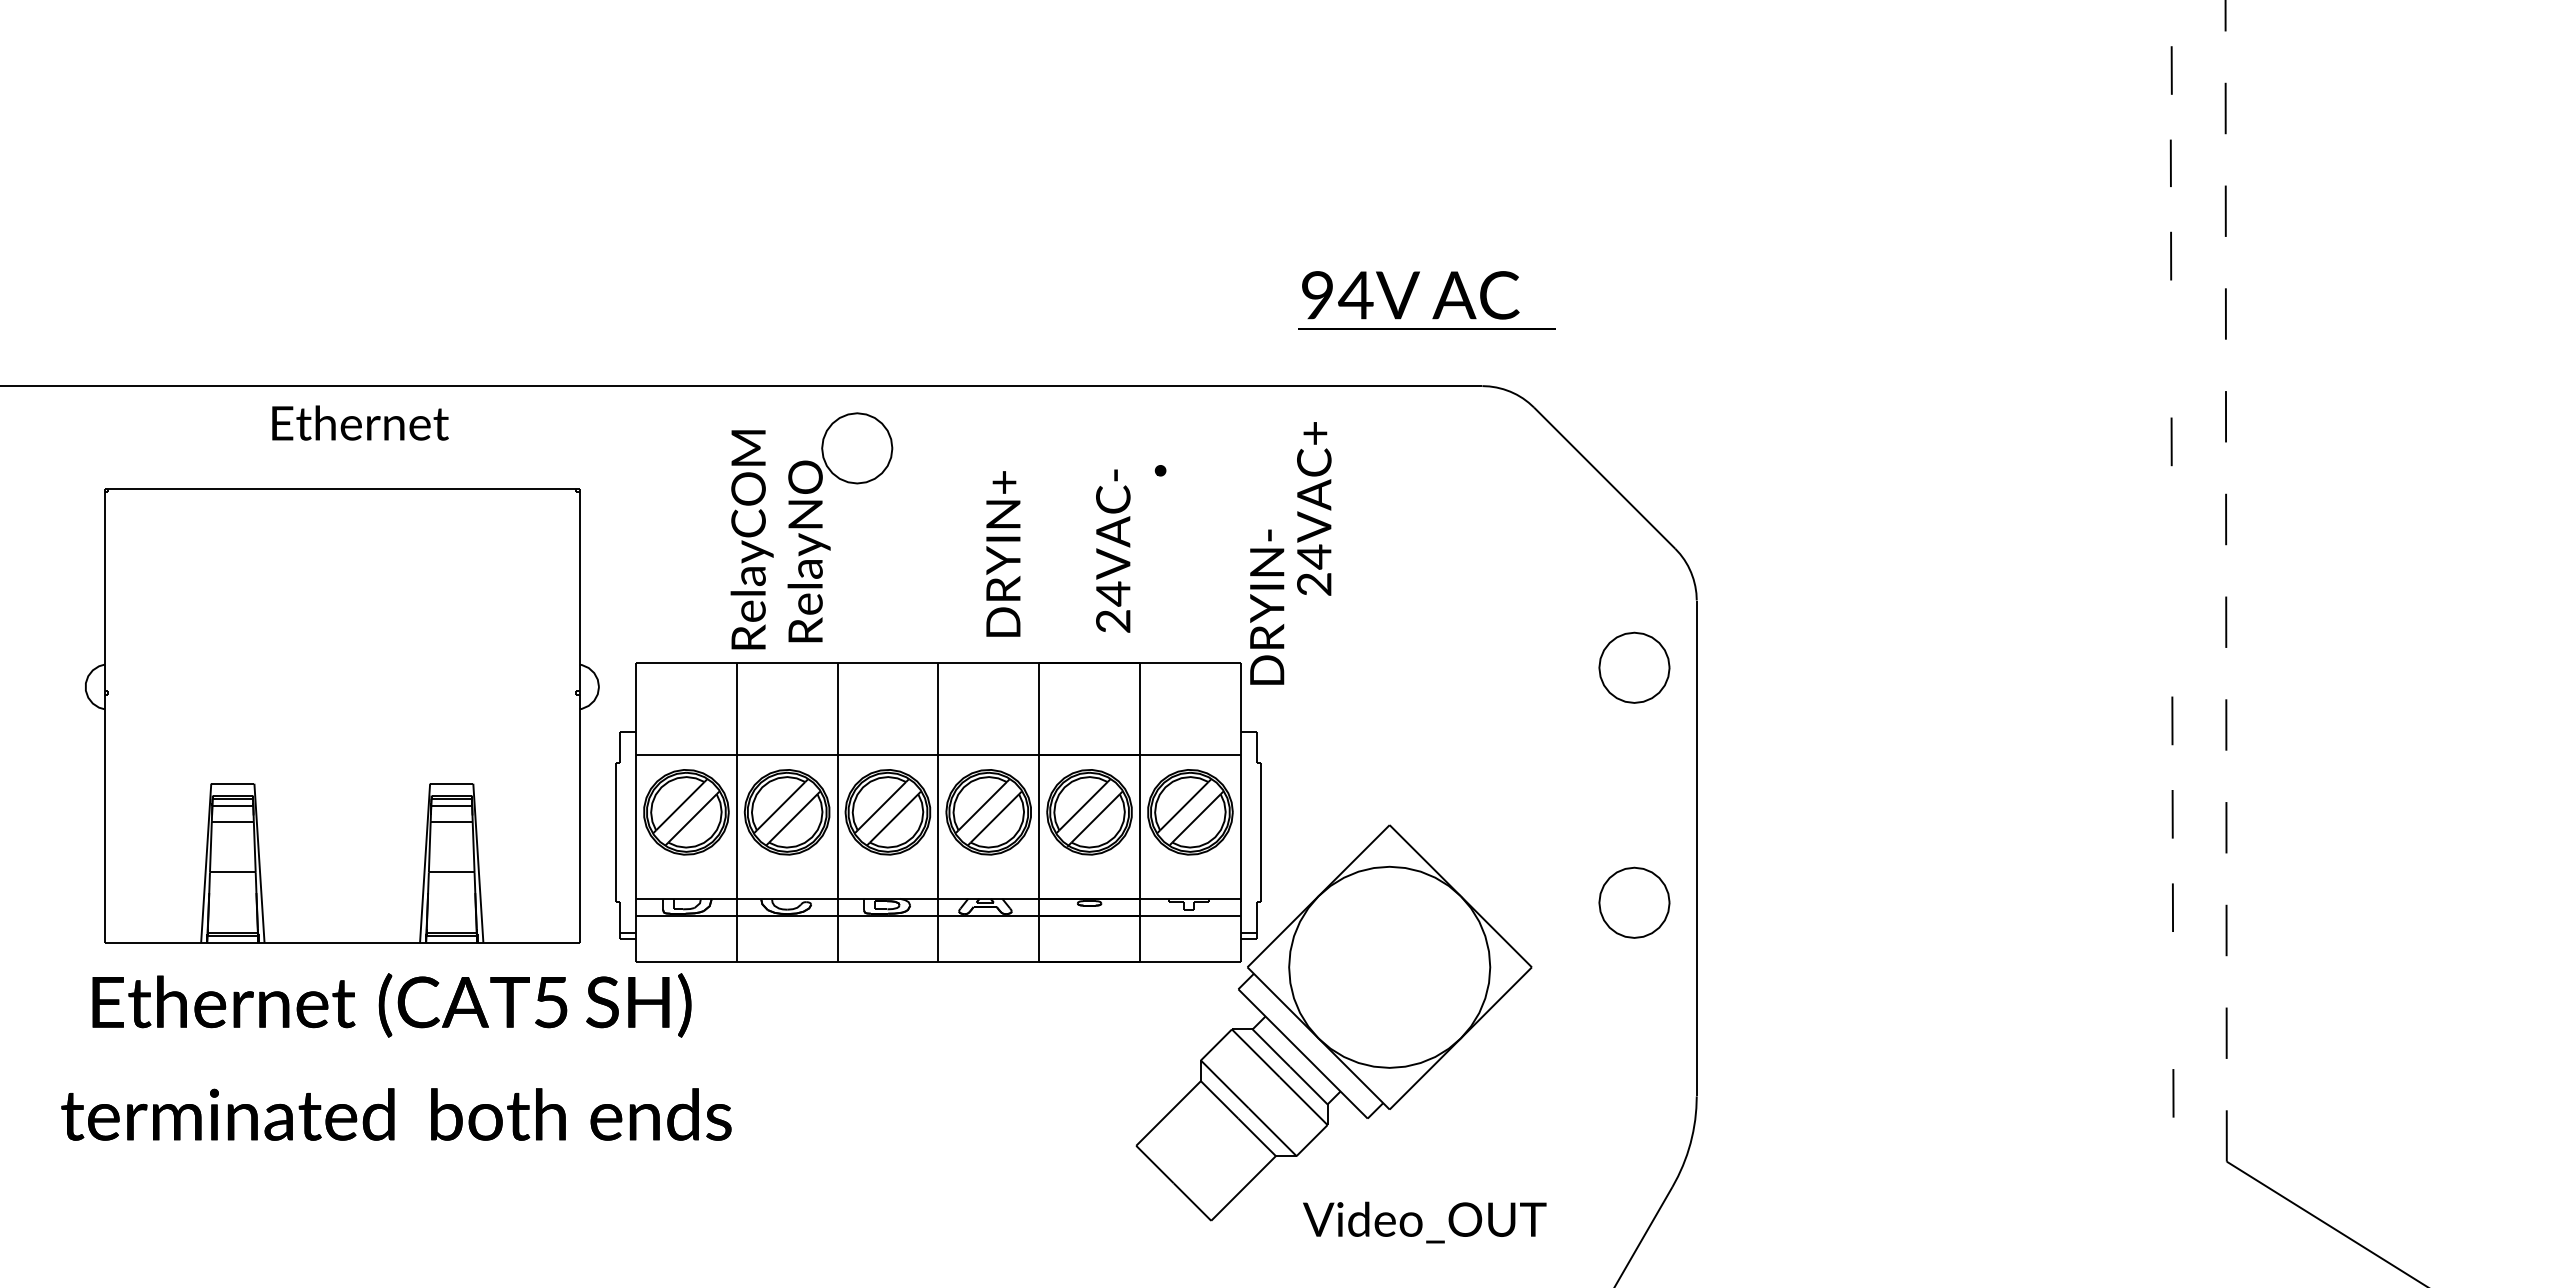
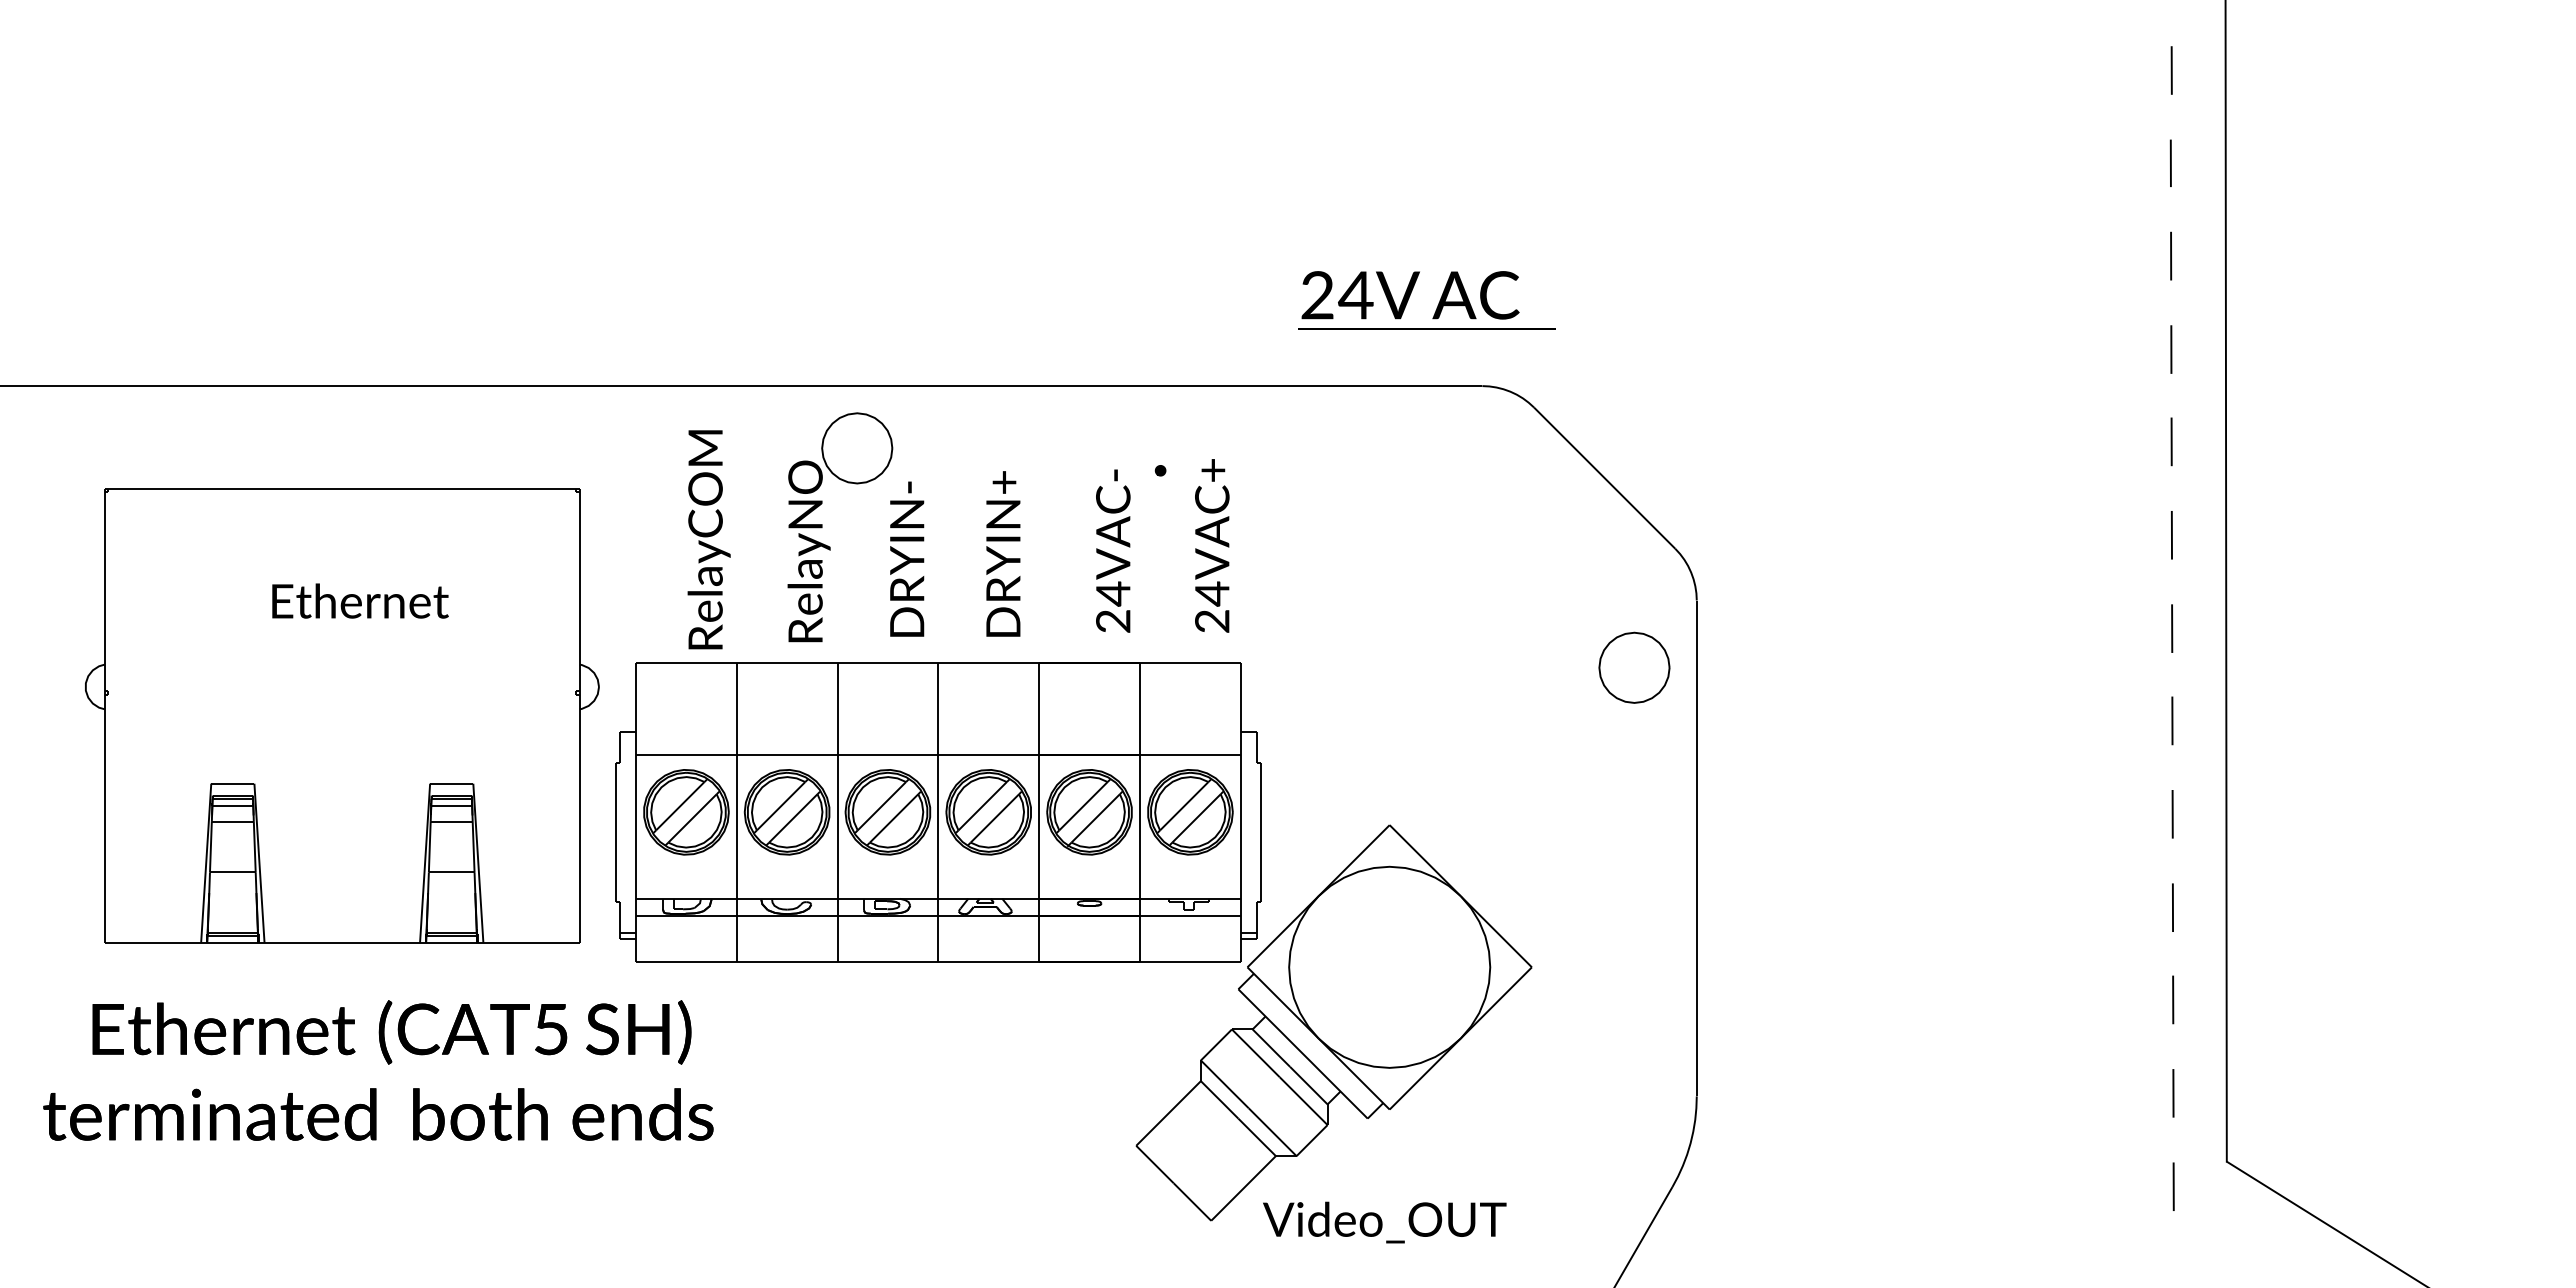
text at (1317, 295): 94V -> 24V
line at (2171, 349): none -> present
text at (360, 422) position: (360, 422) -> (360, 600)
text at (1314, 508) position: (1314, 508) -> (1212, 545)
line at (2171, 534): none -> present
text at (751, 539) position: (751, 539) -> (708, 539)
line at (2226, 580): dashed -> solid
text at (1267, 606) position: (1267, 606) -> (907, 558)
line at (2172, 628): none -> present
part at (1634, 902): present -> none
line at (2173, 999): none -> present
text at (391, 1005) position: (391, 1005) -> (391, 1032)
text at (396, 1114) position: (396, 1114) -> (378, 1114)
line at (2173, 1186): none -> present
text at (1424, 1222) position: (1424, 1222) -> (1384, 1222)
